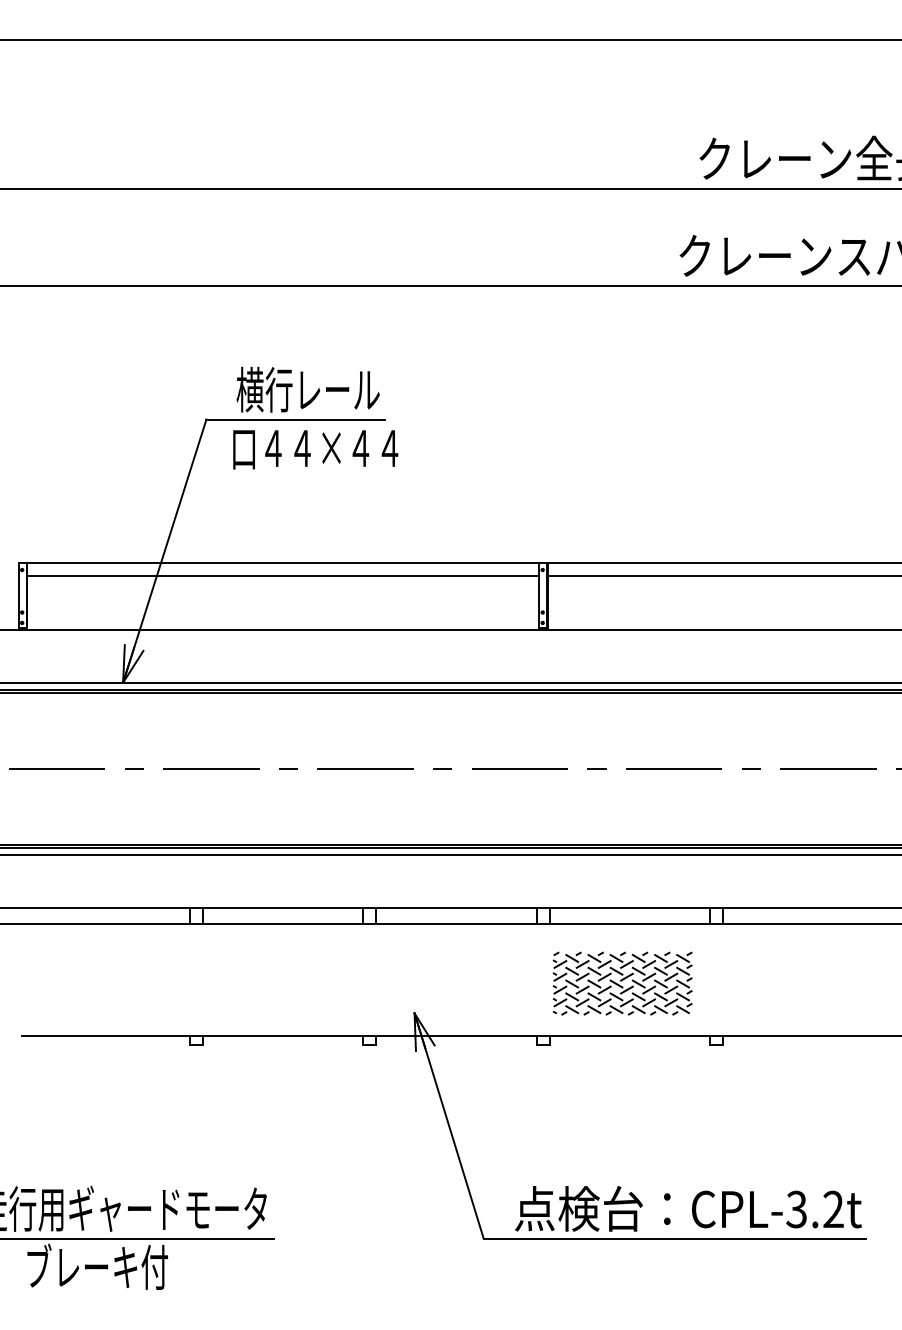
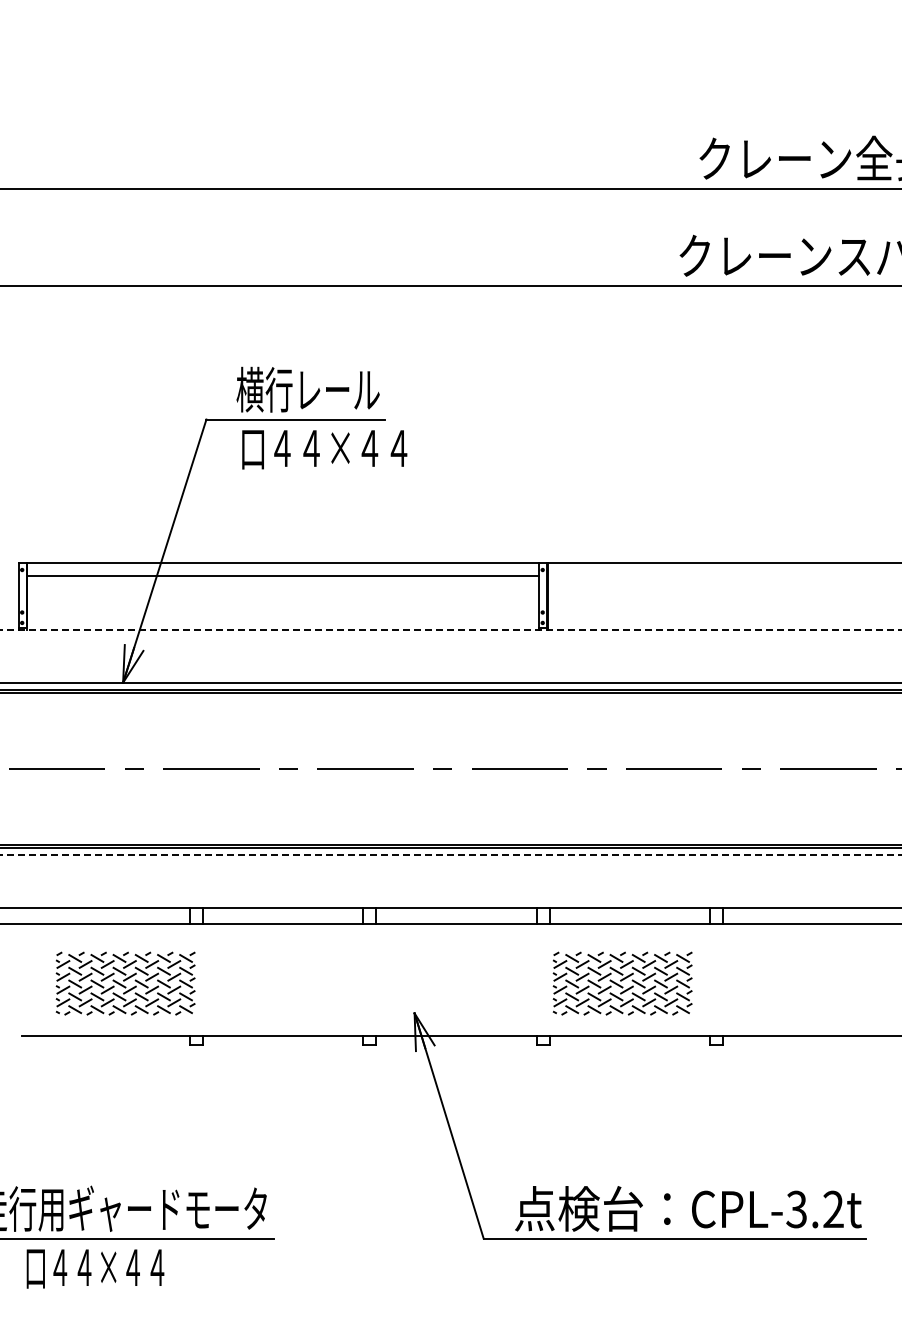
line at (450, 39): present -> none
text at (315, 449) position: (315, 449) -> (324, 449)
line at (722, 576): present -> none
line at (450, 629): solid -> dashed
line at (451, 855): solid -> dashed
part at (125, 983): none -> present
text at (96, 1266): ブレーキ付 -> 口４４×４４
